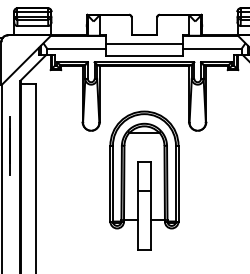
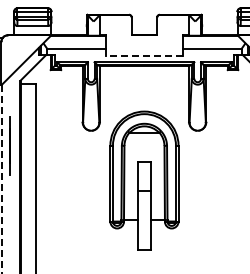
line at (143, 44): present -> none
line at (143, 55): solid -> dashed
line at (1, 179): solid -> dashed
